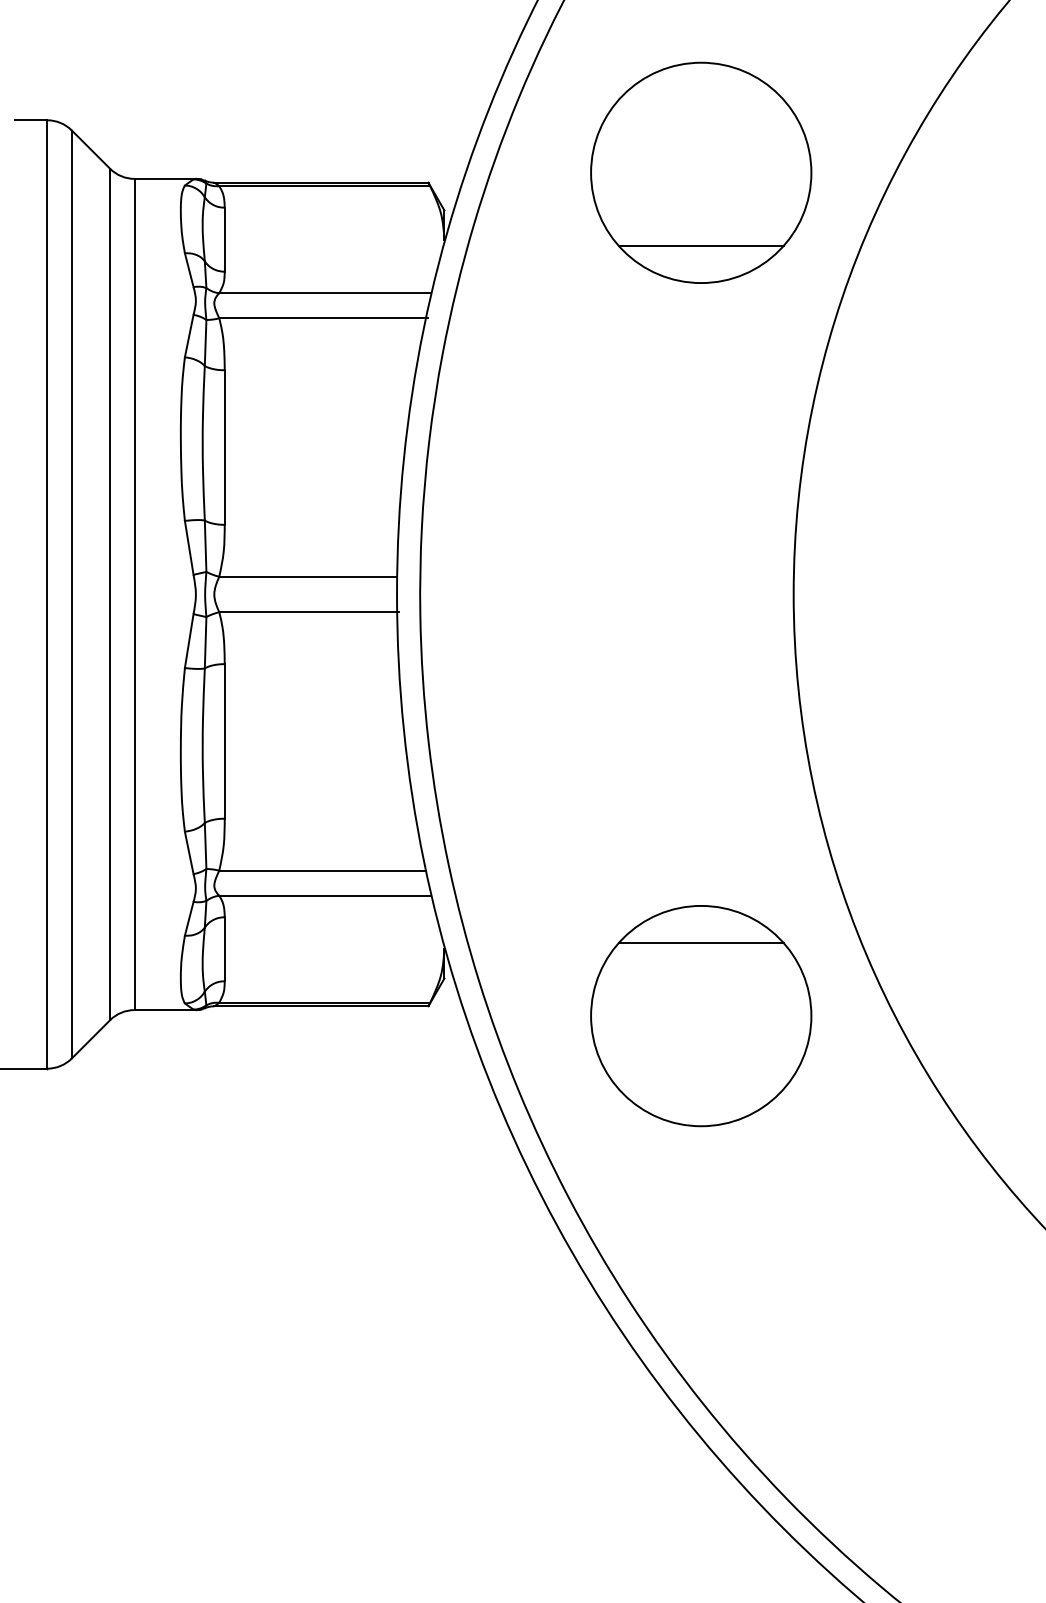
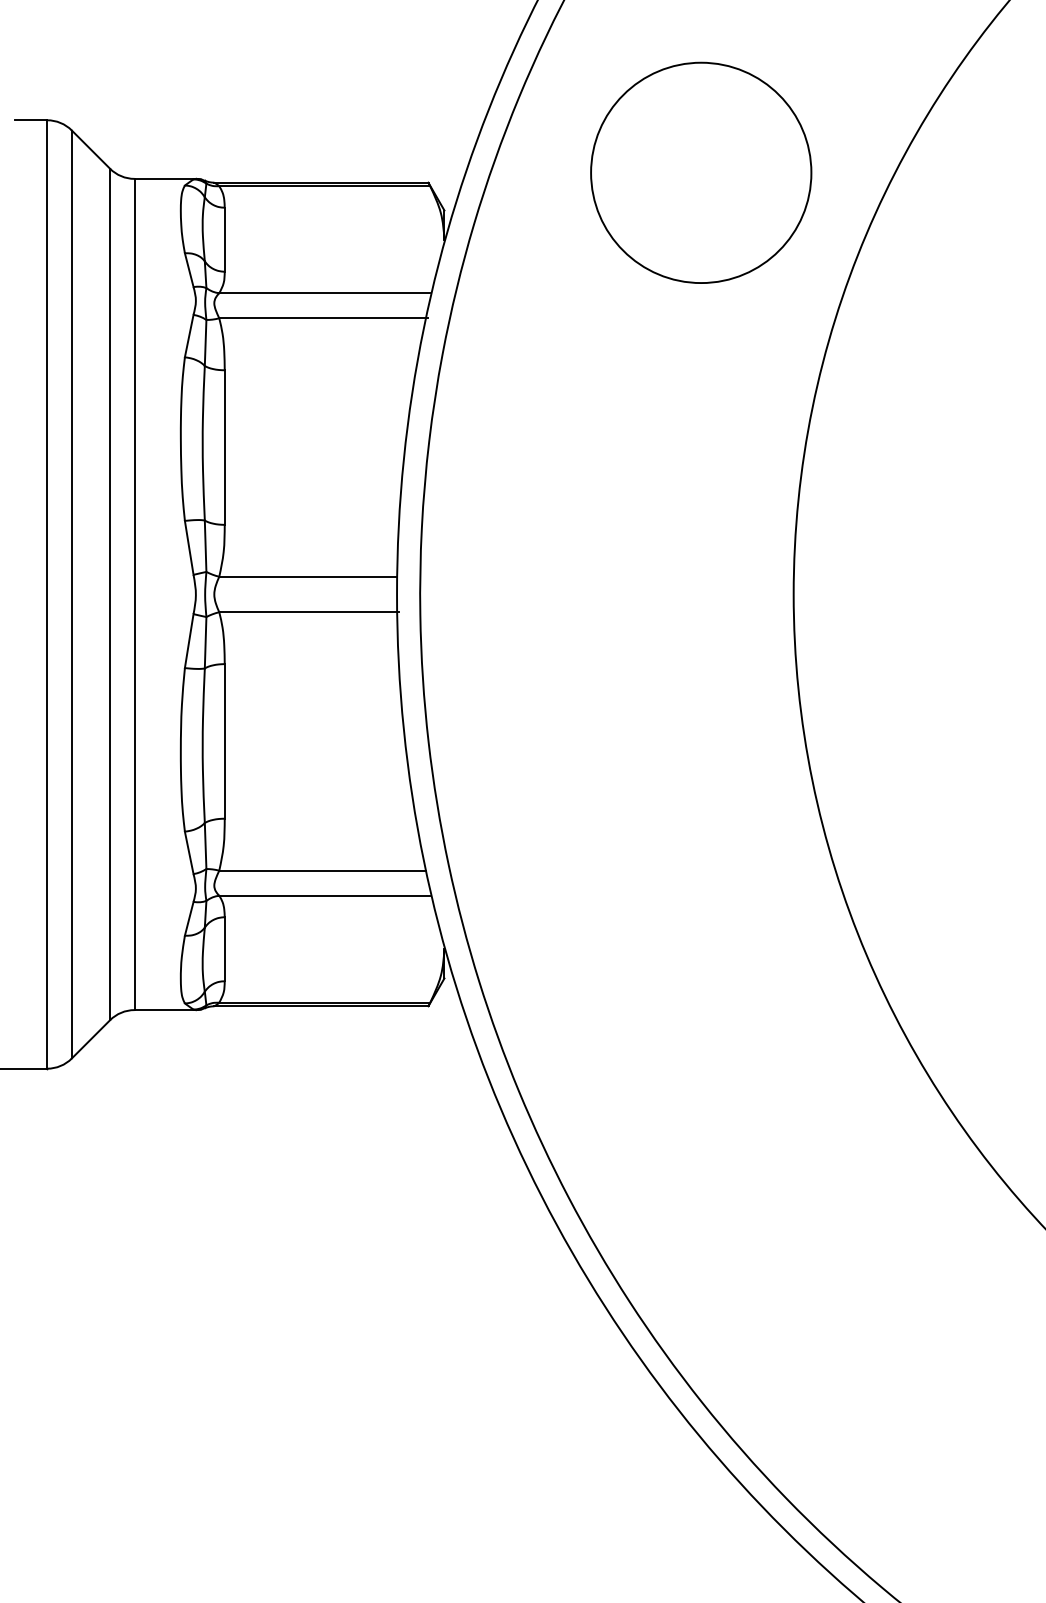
line at (700, 245): present -> none
part at (701, 1016): present -> none
